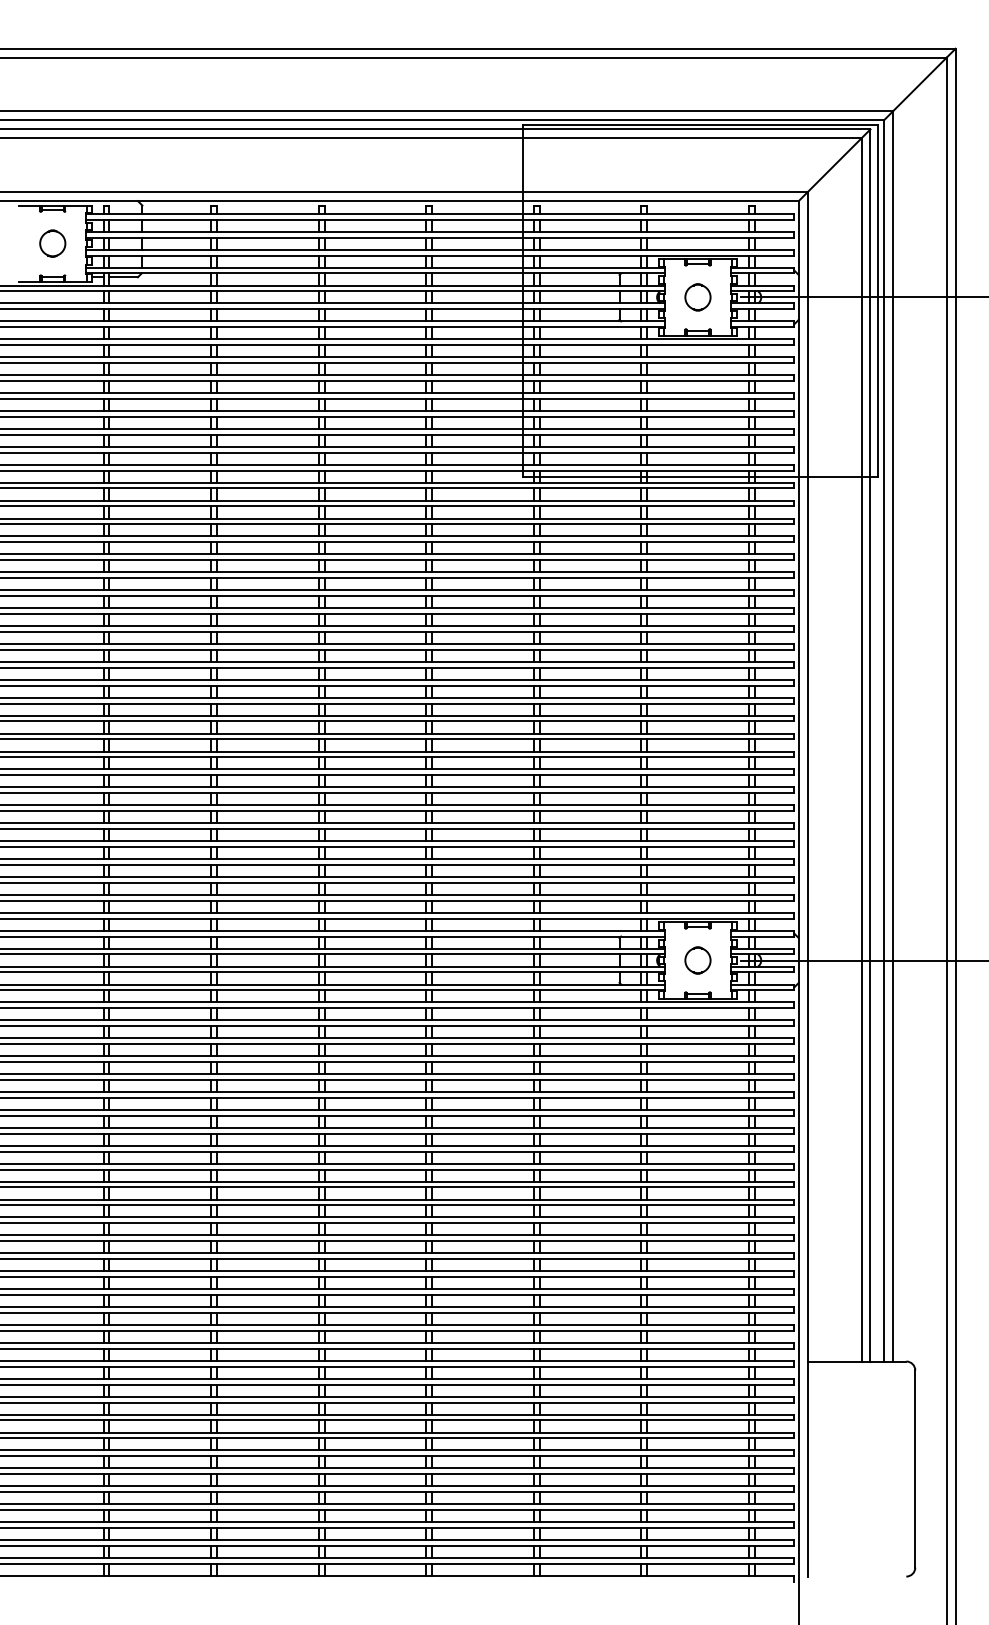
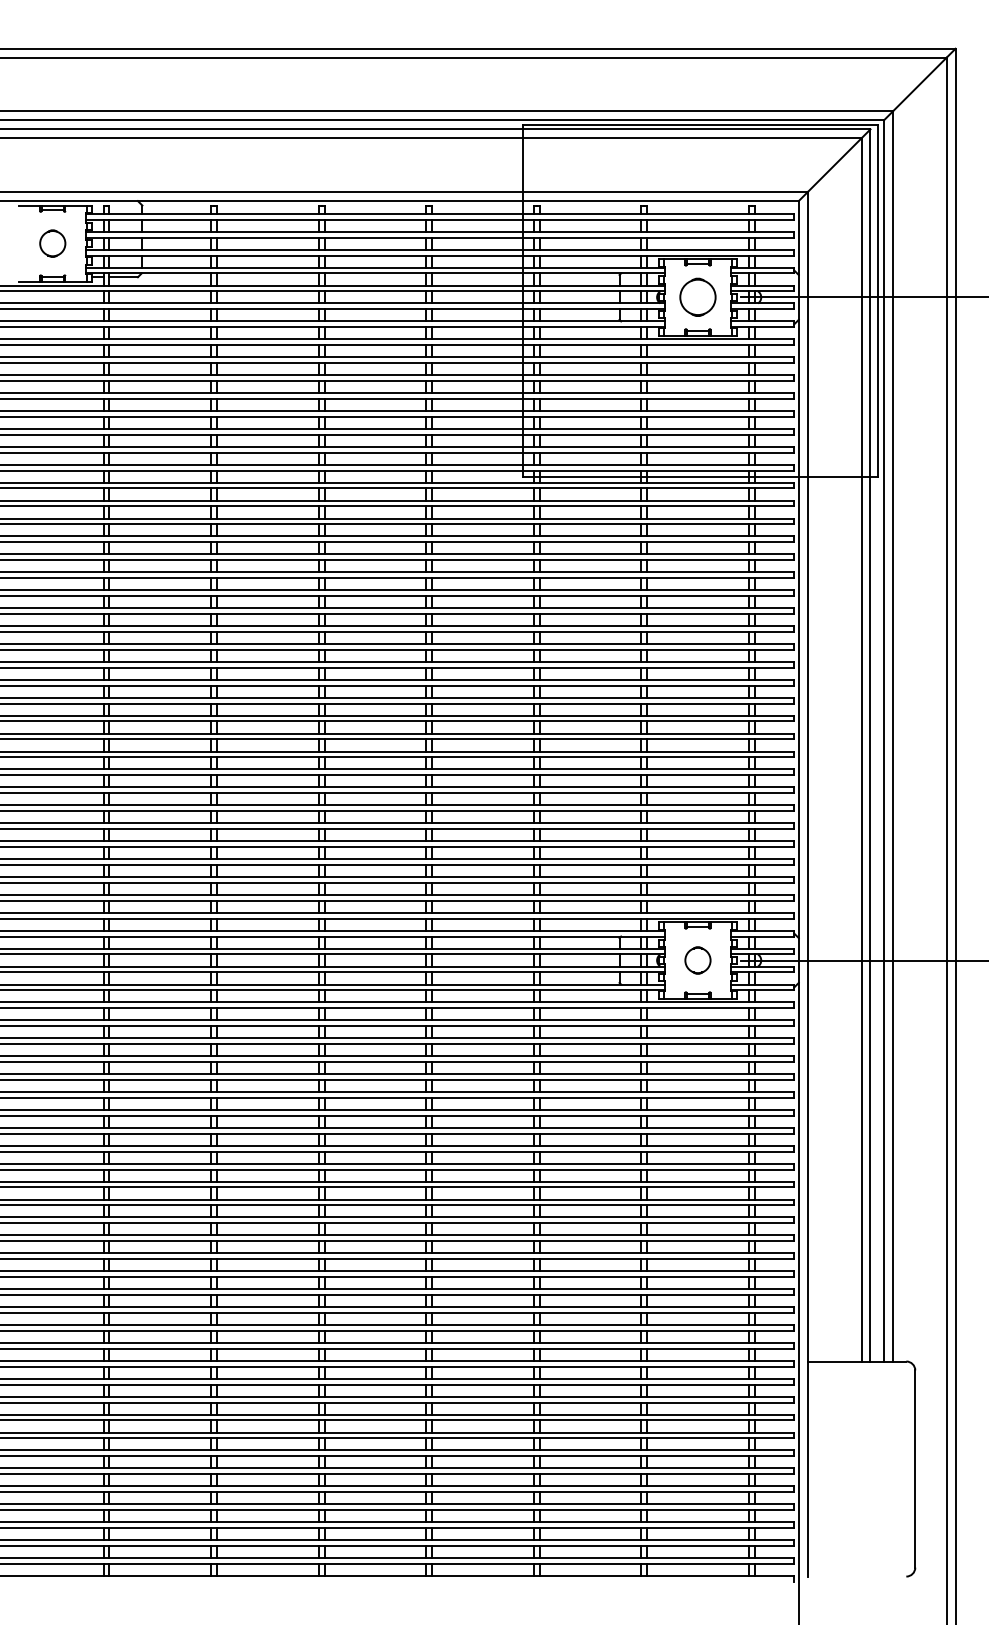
part at (697, 297) size: 28x29 px -> 38x40 px
